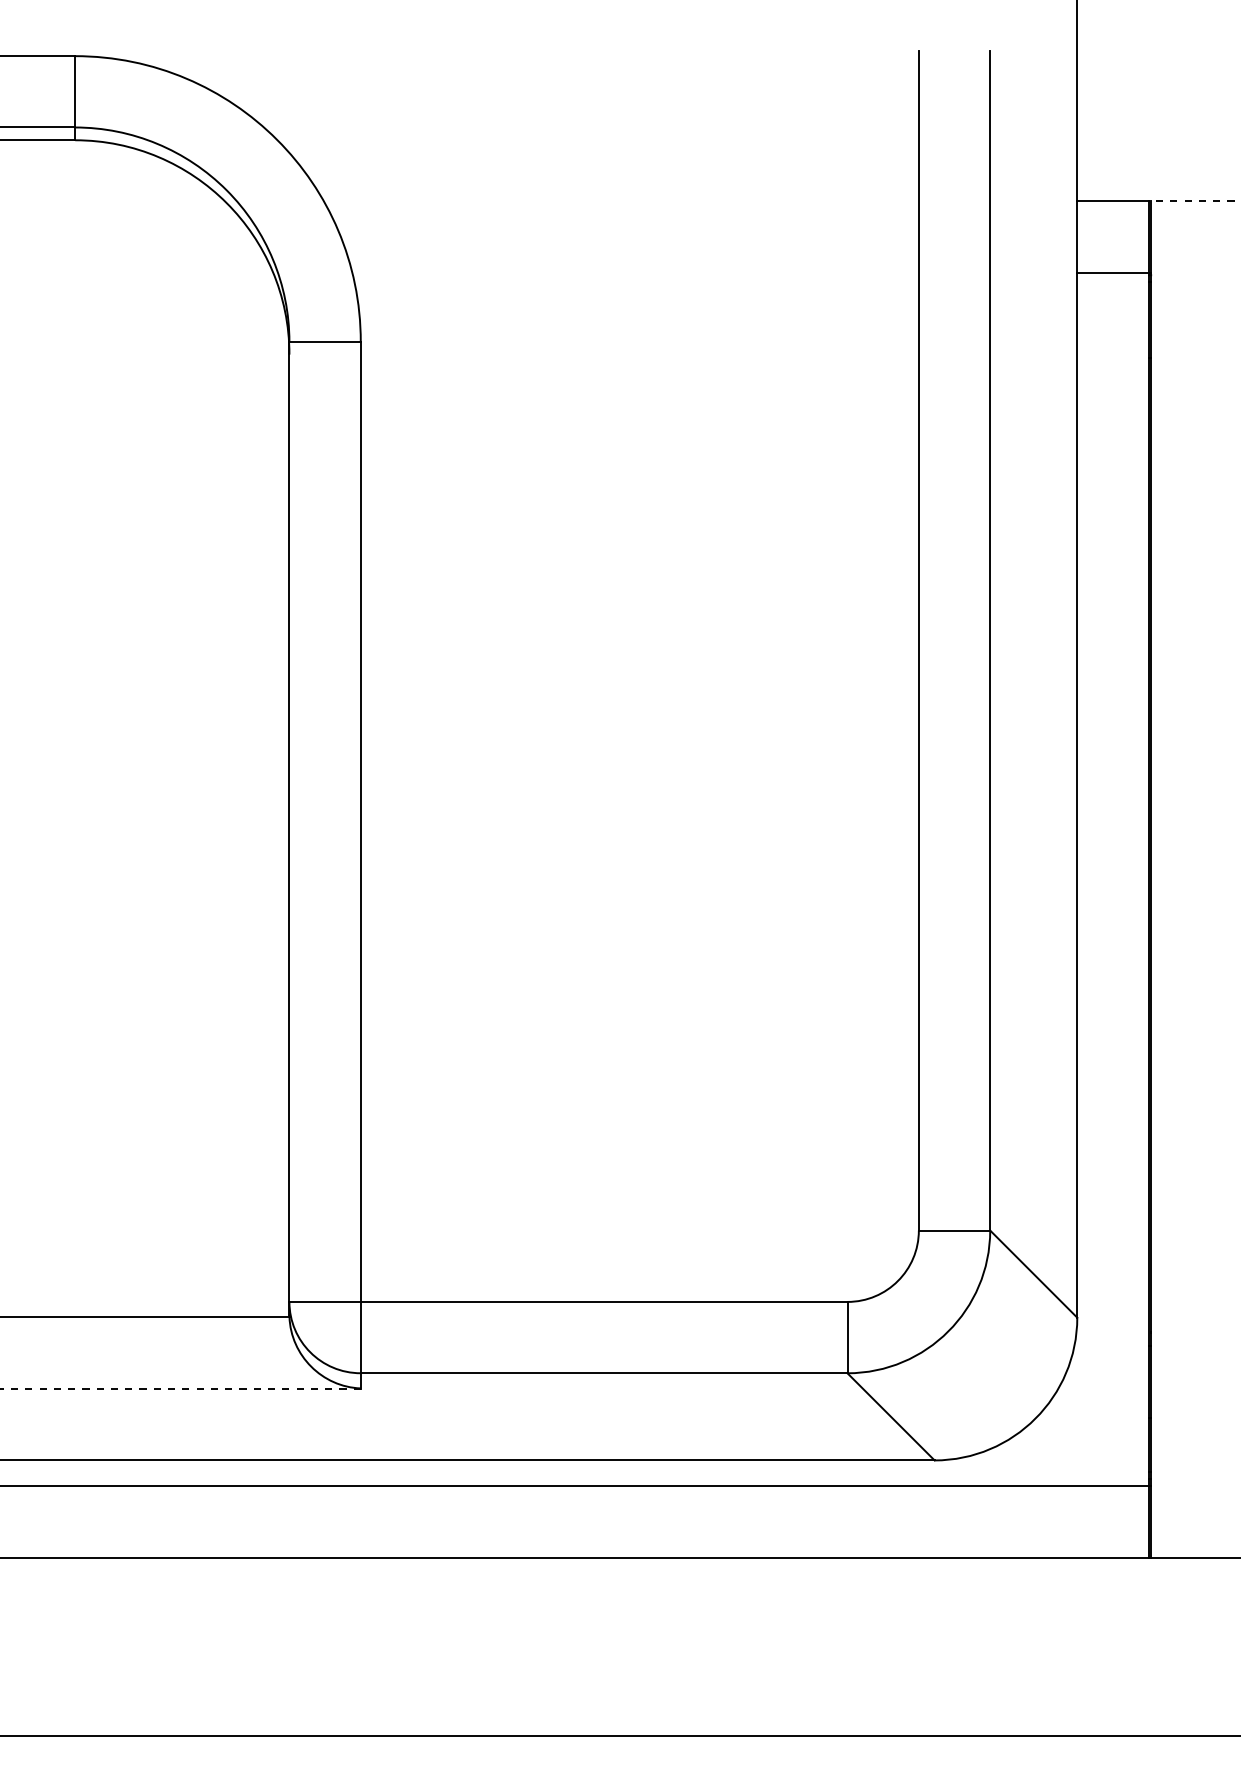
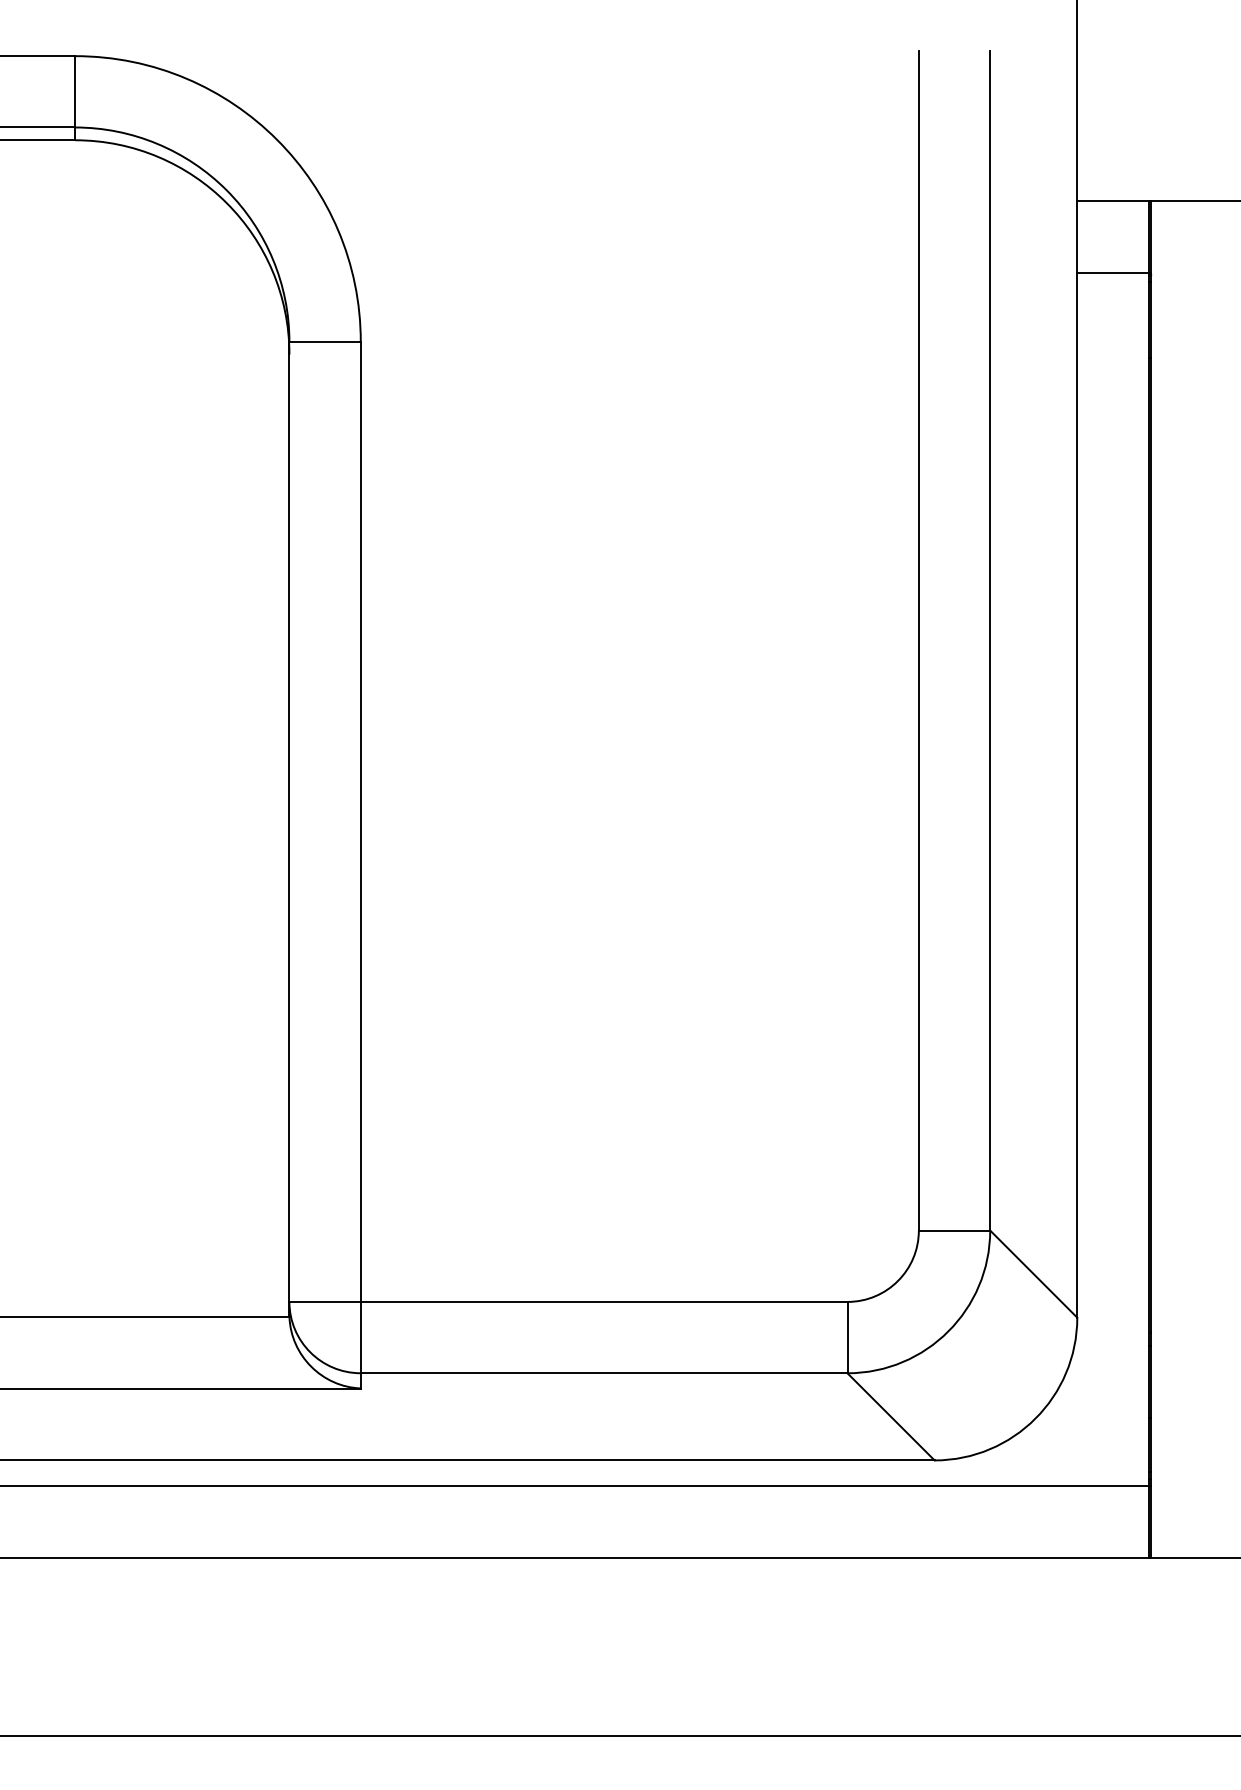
line at (1194, 201): dashed -> solid
line at (180, 1388): dashed -> solid
